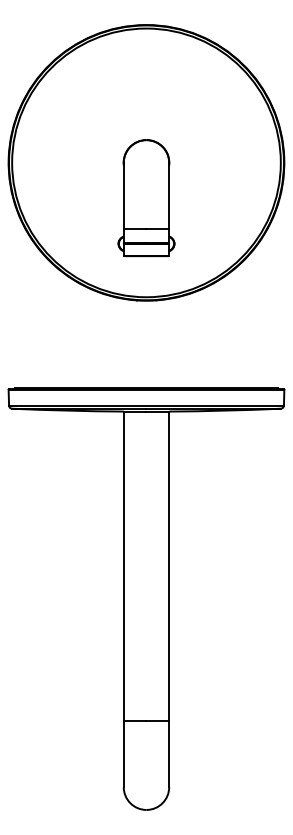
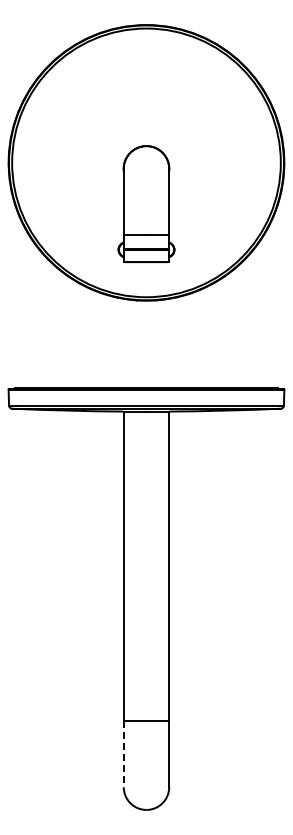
part at (146, 198) position: (146, 198) -> (146, 204)
line at (123, 754): solid -> dashed
